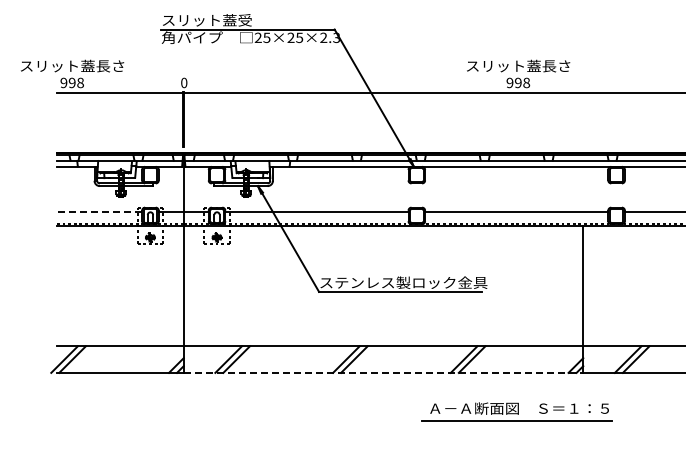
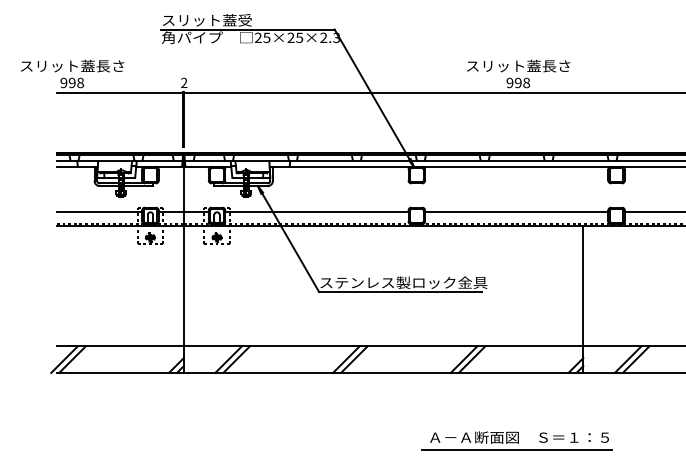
text at (184, 83): 0 -> 2
line at (99, 211): dashed -> solid
line at (383, 372): dashed -> solid
part at (516, 411) position: (516, 411) -> (516, 440)
